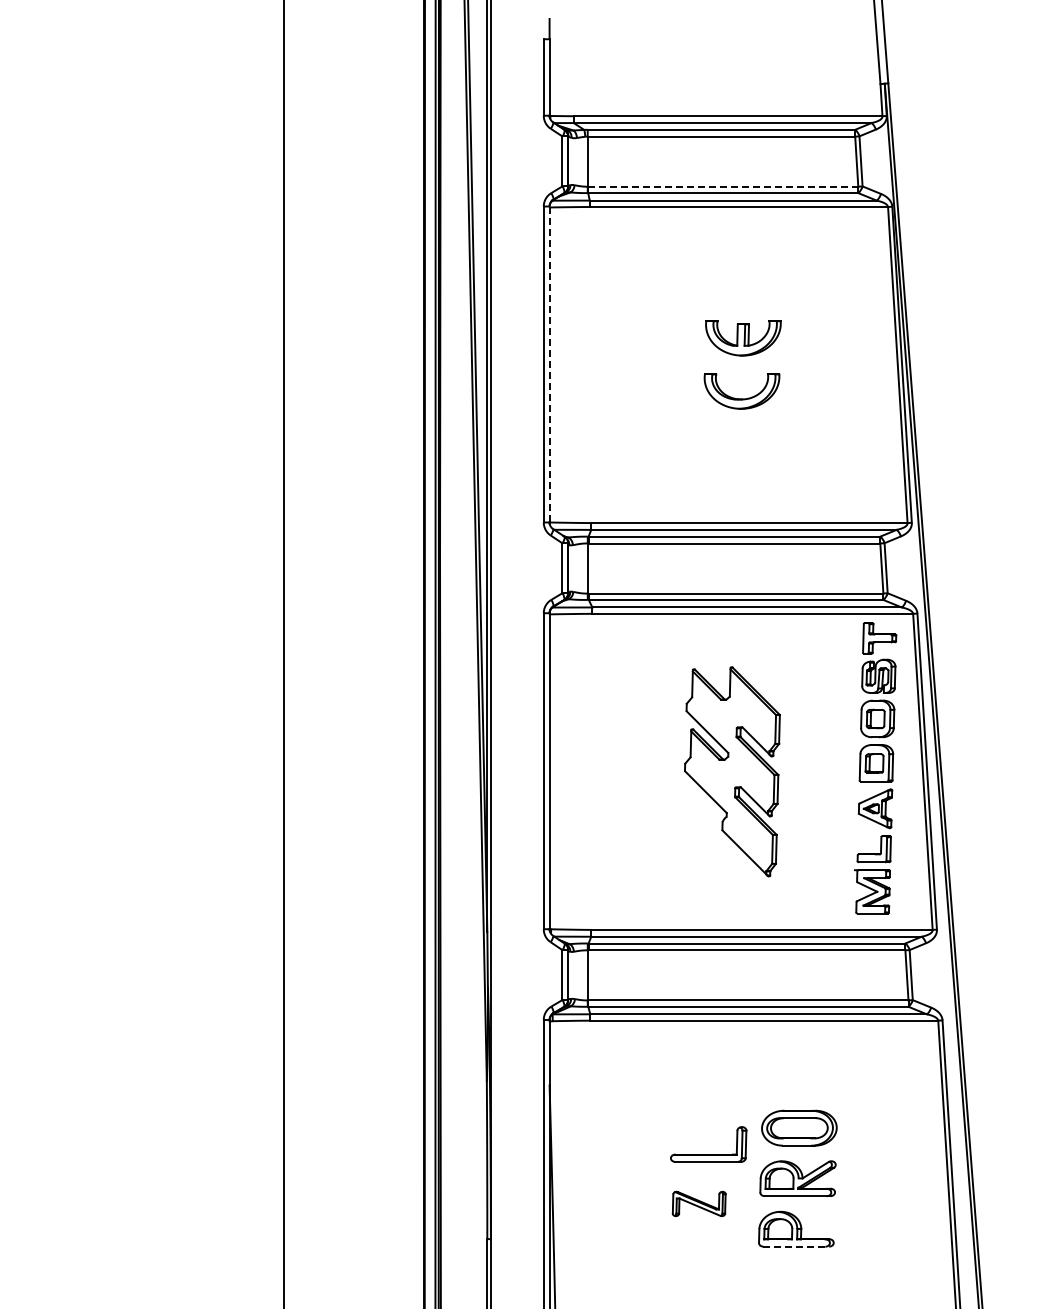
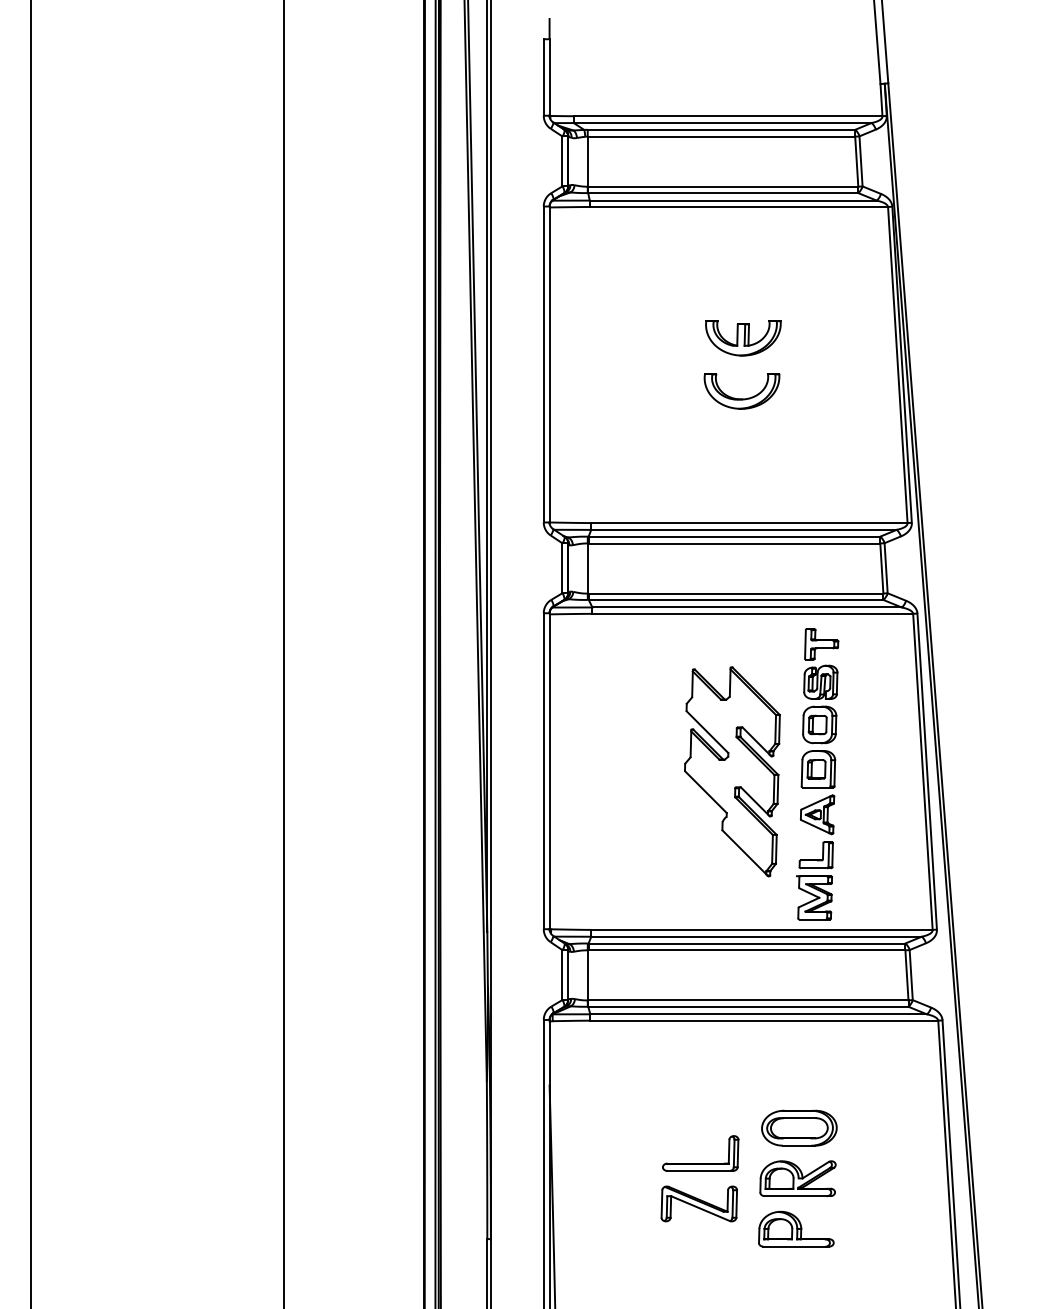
line at (723, 186): dashed -> solid
line at (549, 364): dashed -> solid
line at (31, 653): none -> present
part at (875, 768) position: (875, 768) -> (817, 774)
part at (708, 1154) position: (708, 1154) -> (700, 1163)
part at (698, 1203) size: 56x27 px -> 78x38 px
line at (796, 1246): dashed -> solid
